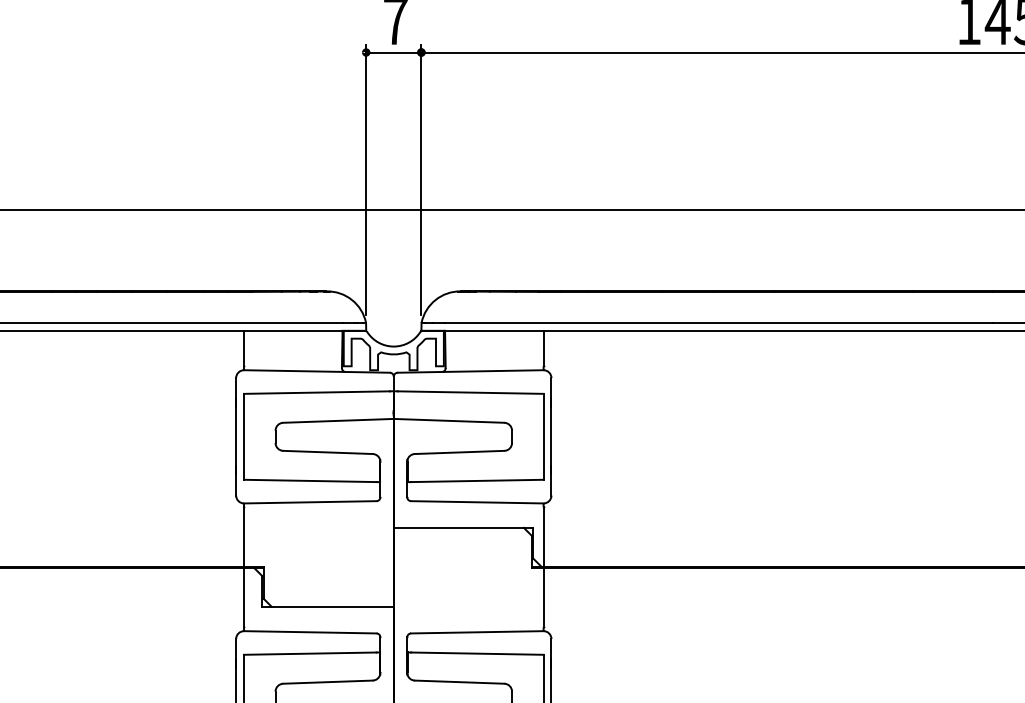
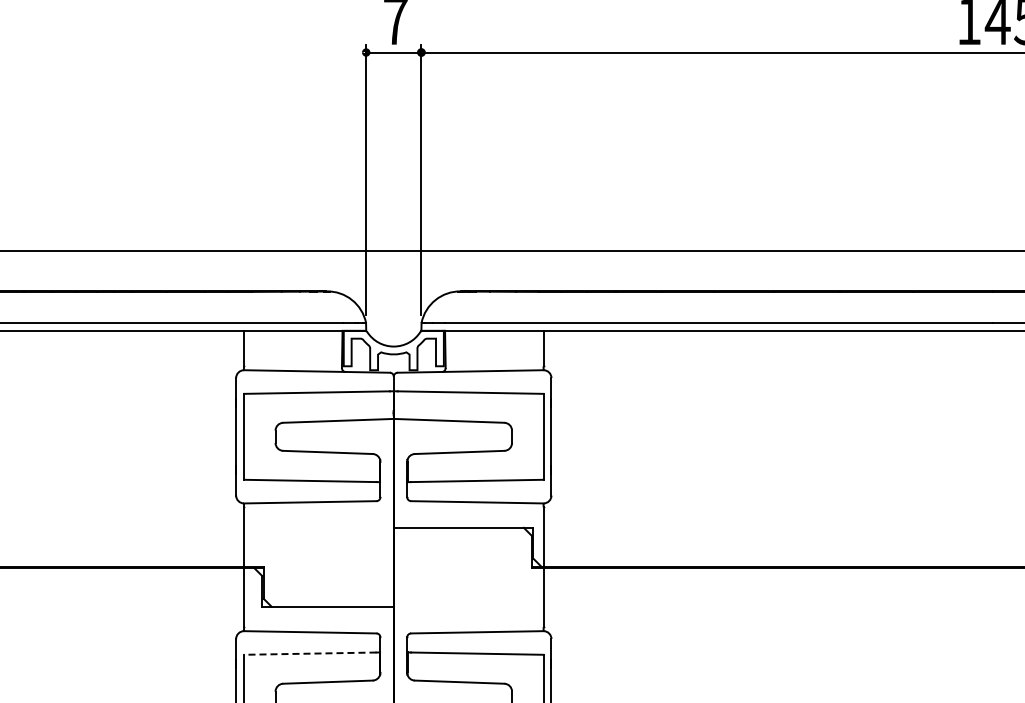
line at (511, 210) position: (511, 210) -> (511, 251)
line at (309, 653): solid -> dashed
